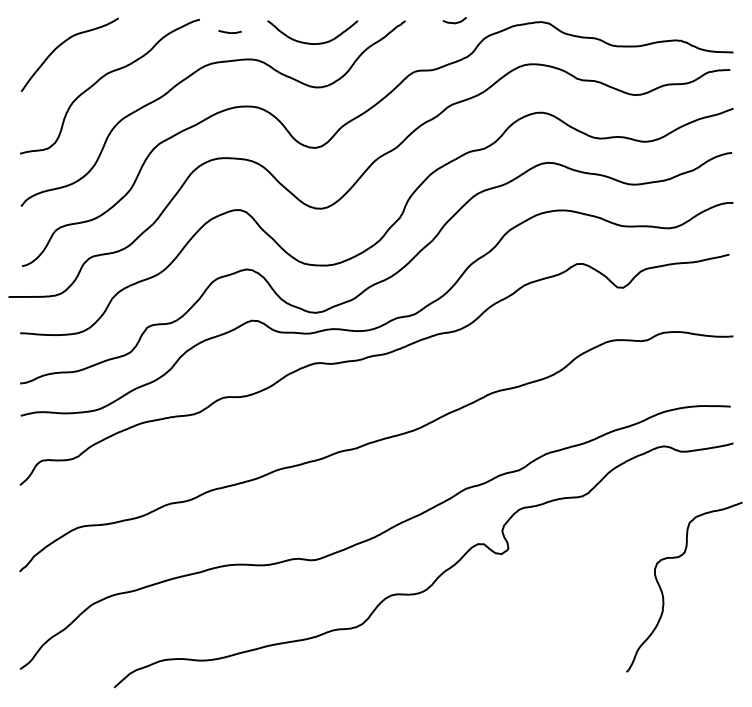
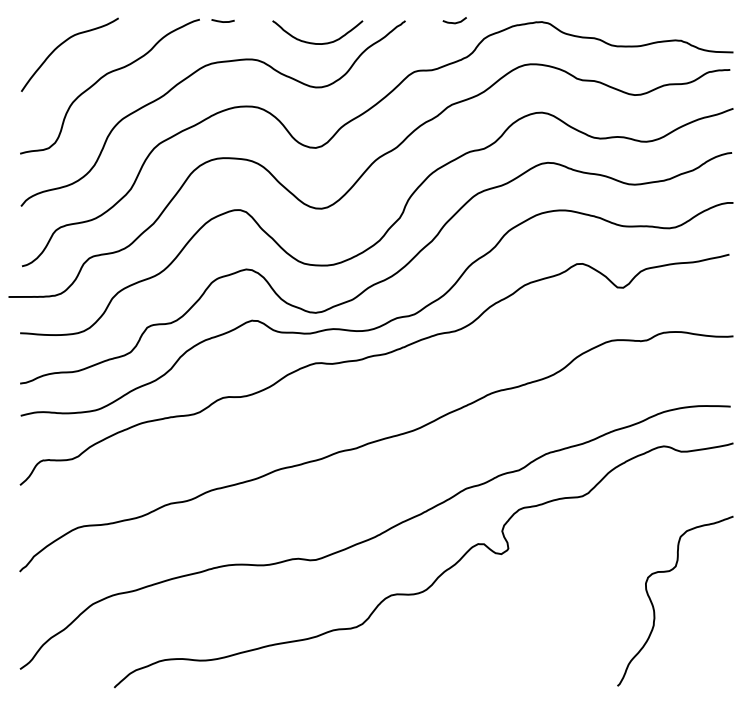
line at (228, 31) position: (228, 31) -> (221, 20)
curve at (309, 42) position: (309, 42) -> (314, 42)
curve at (663, 593) position: (663, 593) -> (654, 607)
